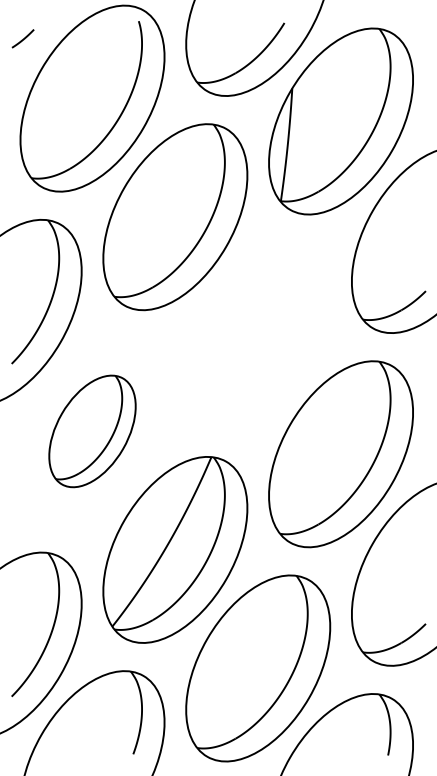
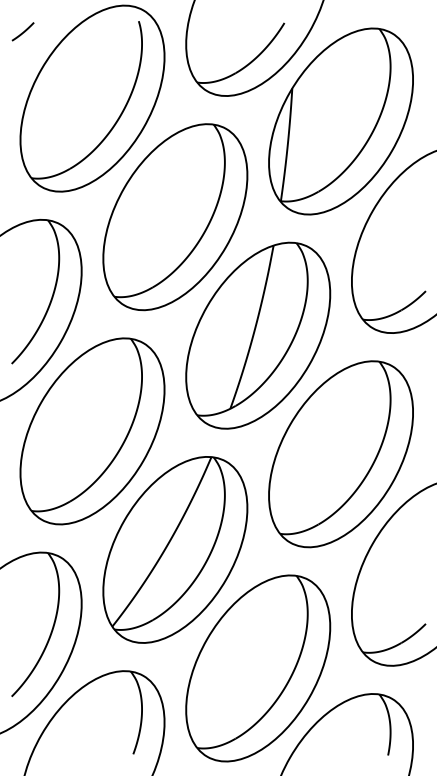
line at (23, 38) position: (23, 38) -> (23, 31)
part at (258, 335): none -> present
part at (92, 431) size: 89x115 px -> 147x189 px
